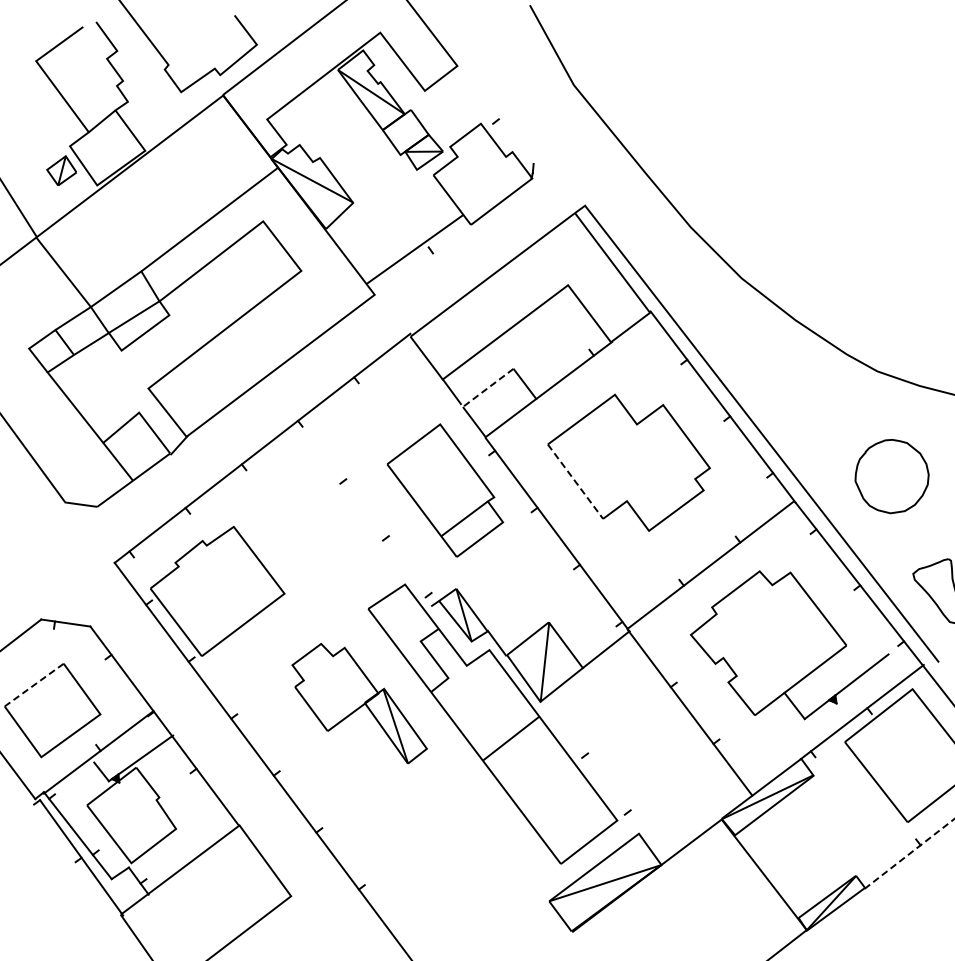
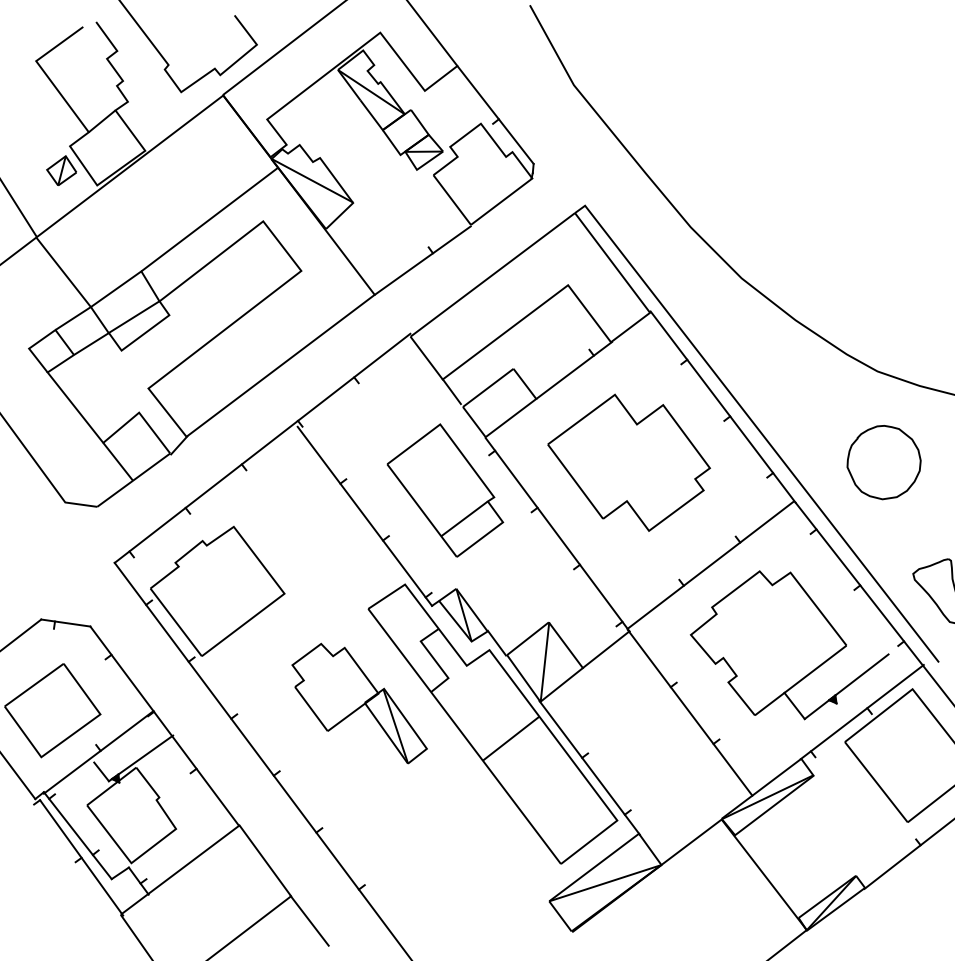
line at (495, 114): none -> present
line at (414, 249) position: (414, 249) -> (422, 260)
line at (488, 387): dashed -> solid
line at (575, 482): dashed -> solid
curve at (861, 491) position: (861, 491) -> (853, 477)
line at (364, 515): none -> present
line at (33, 685): dashed -> solid
line at (589, 767): none -> present
line at (910, 853): dashed -> solid
line at (309, 920): none -> present
